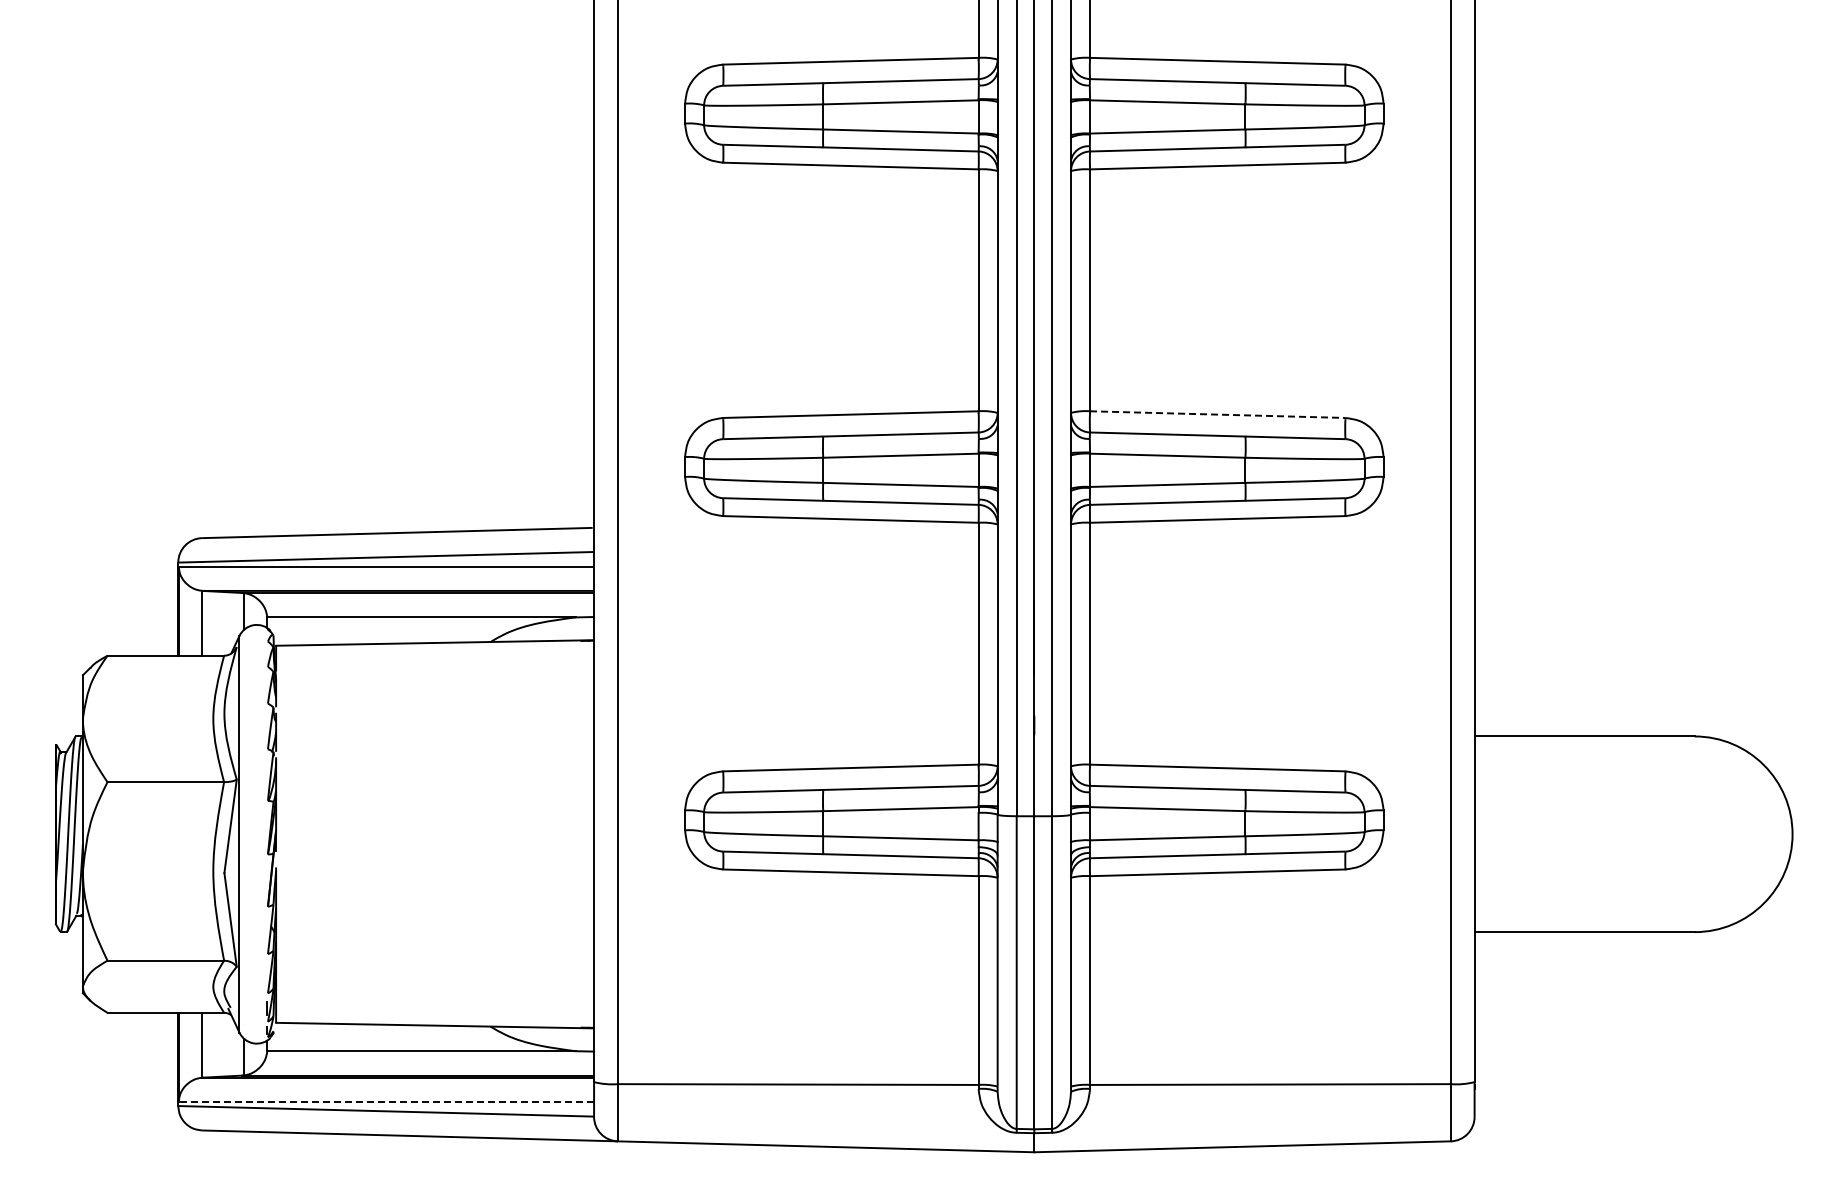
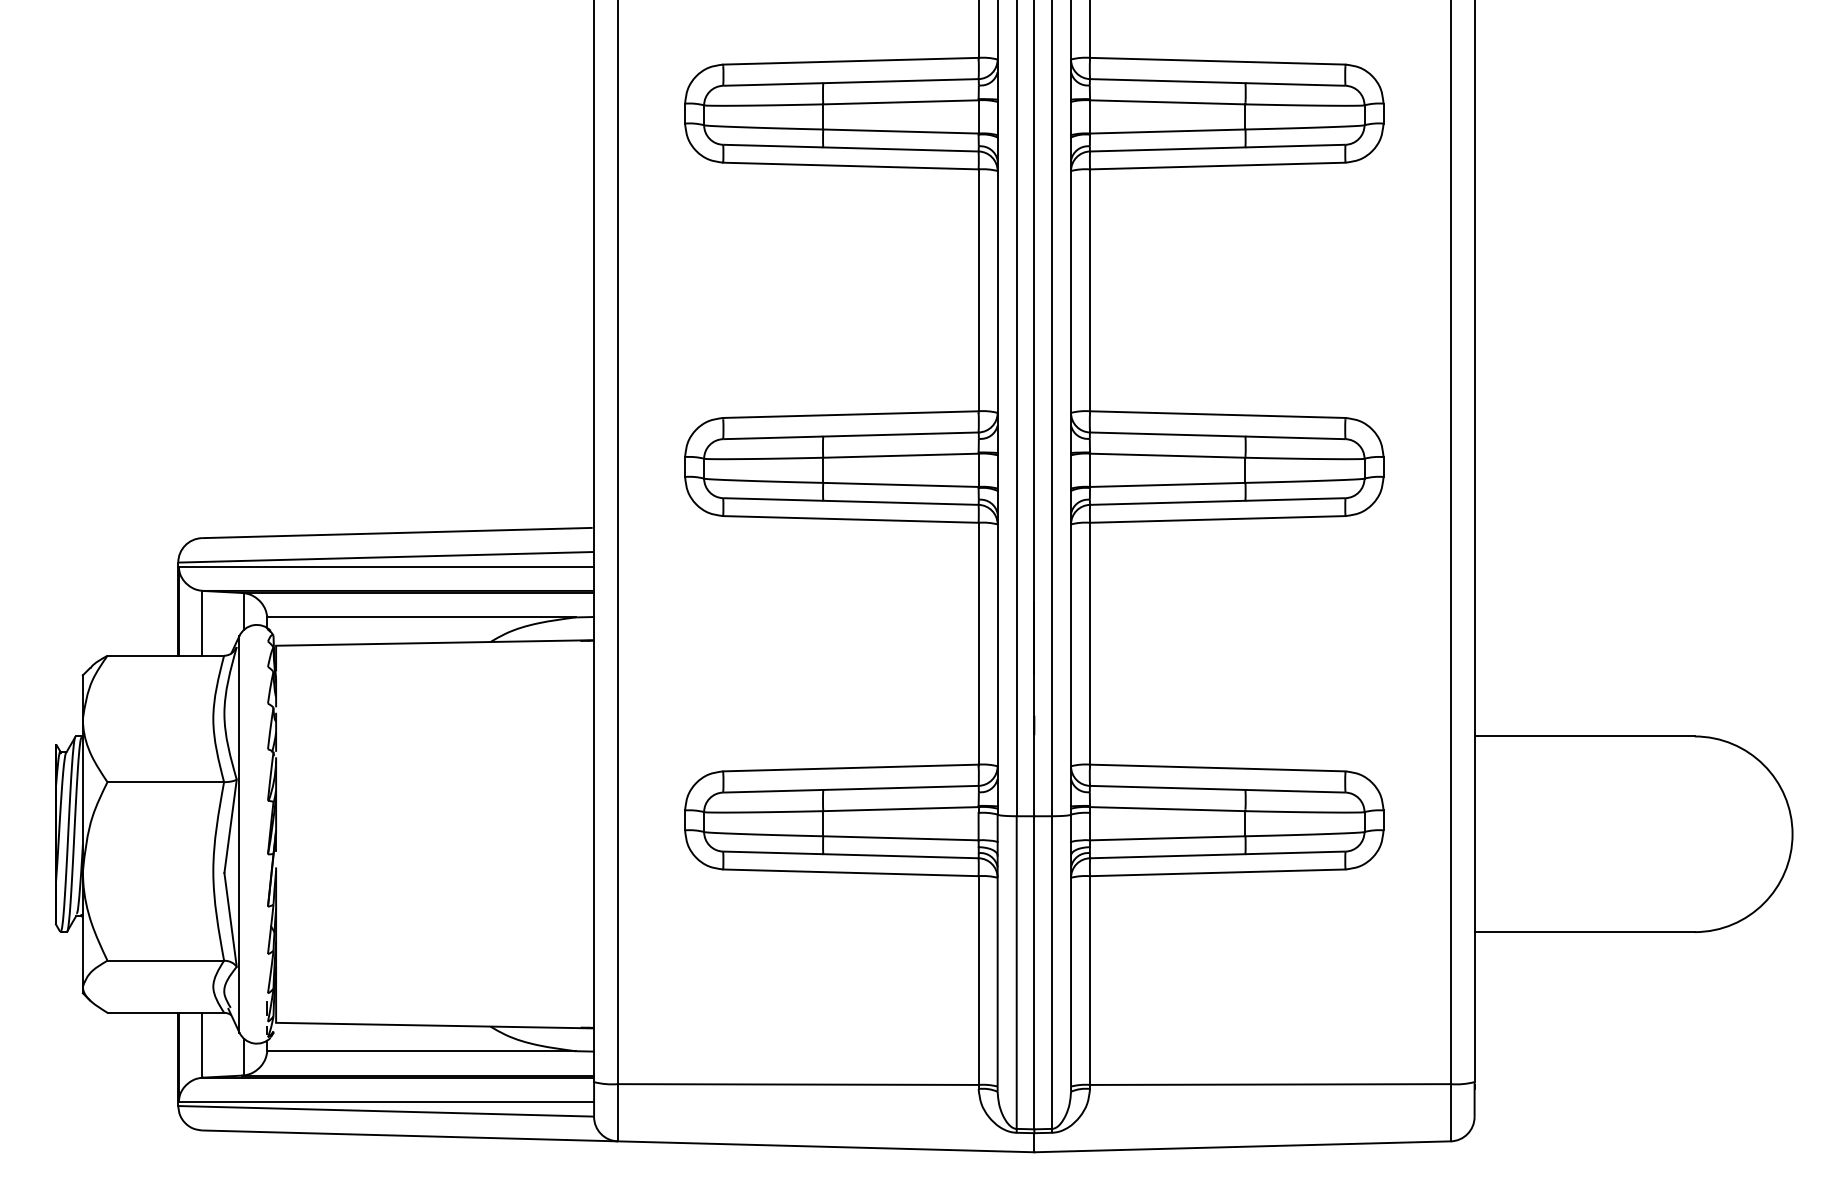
line at (1217, 414): dashed -> solid
line at (386, 1102): dashed -> solid
